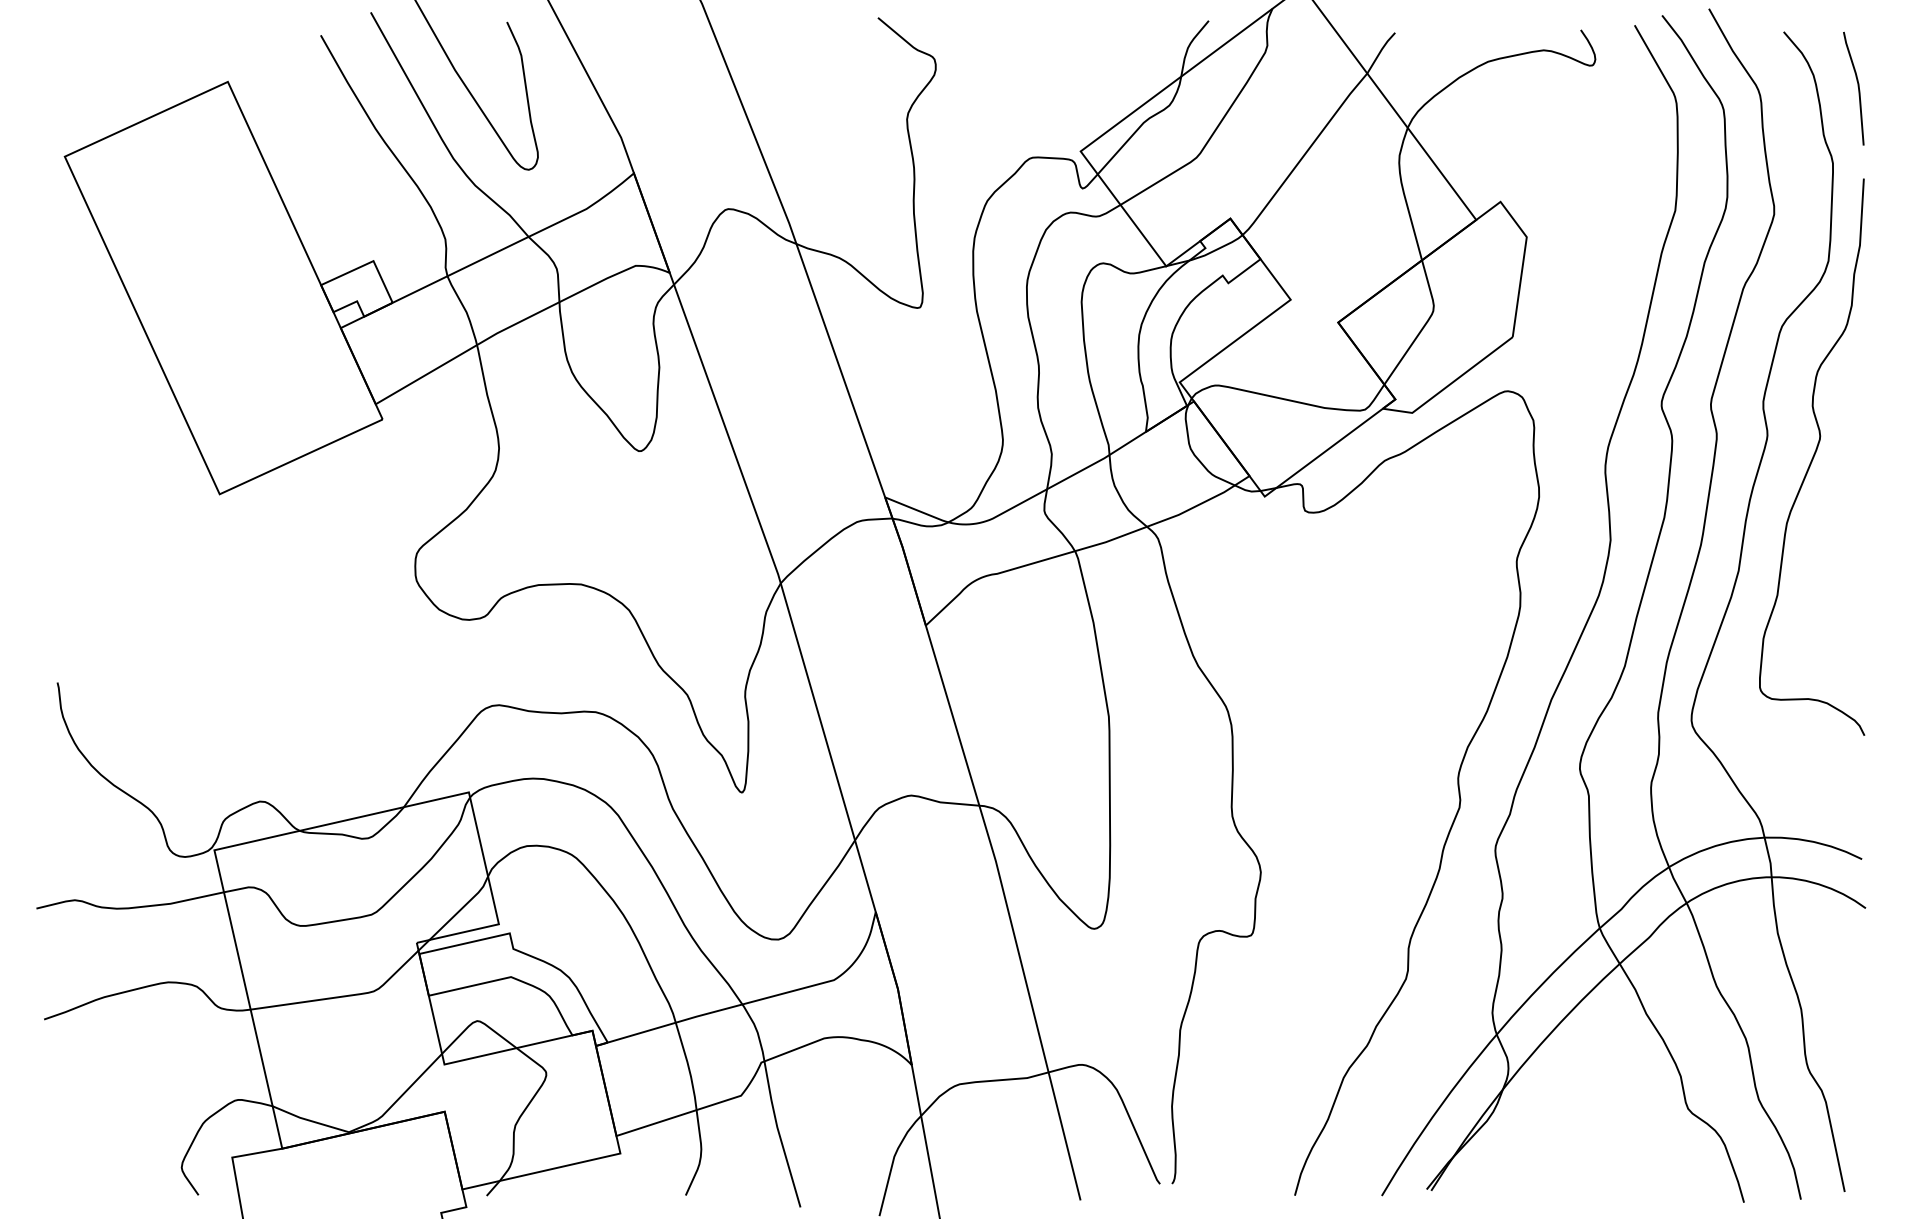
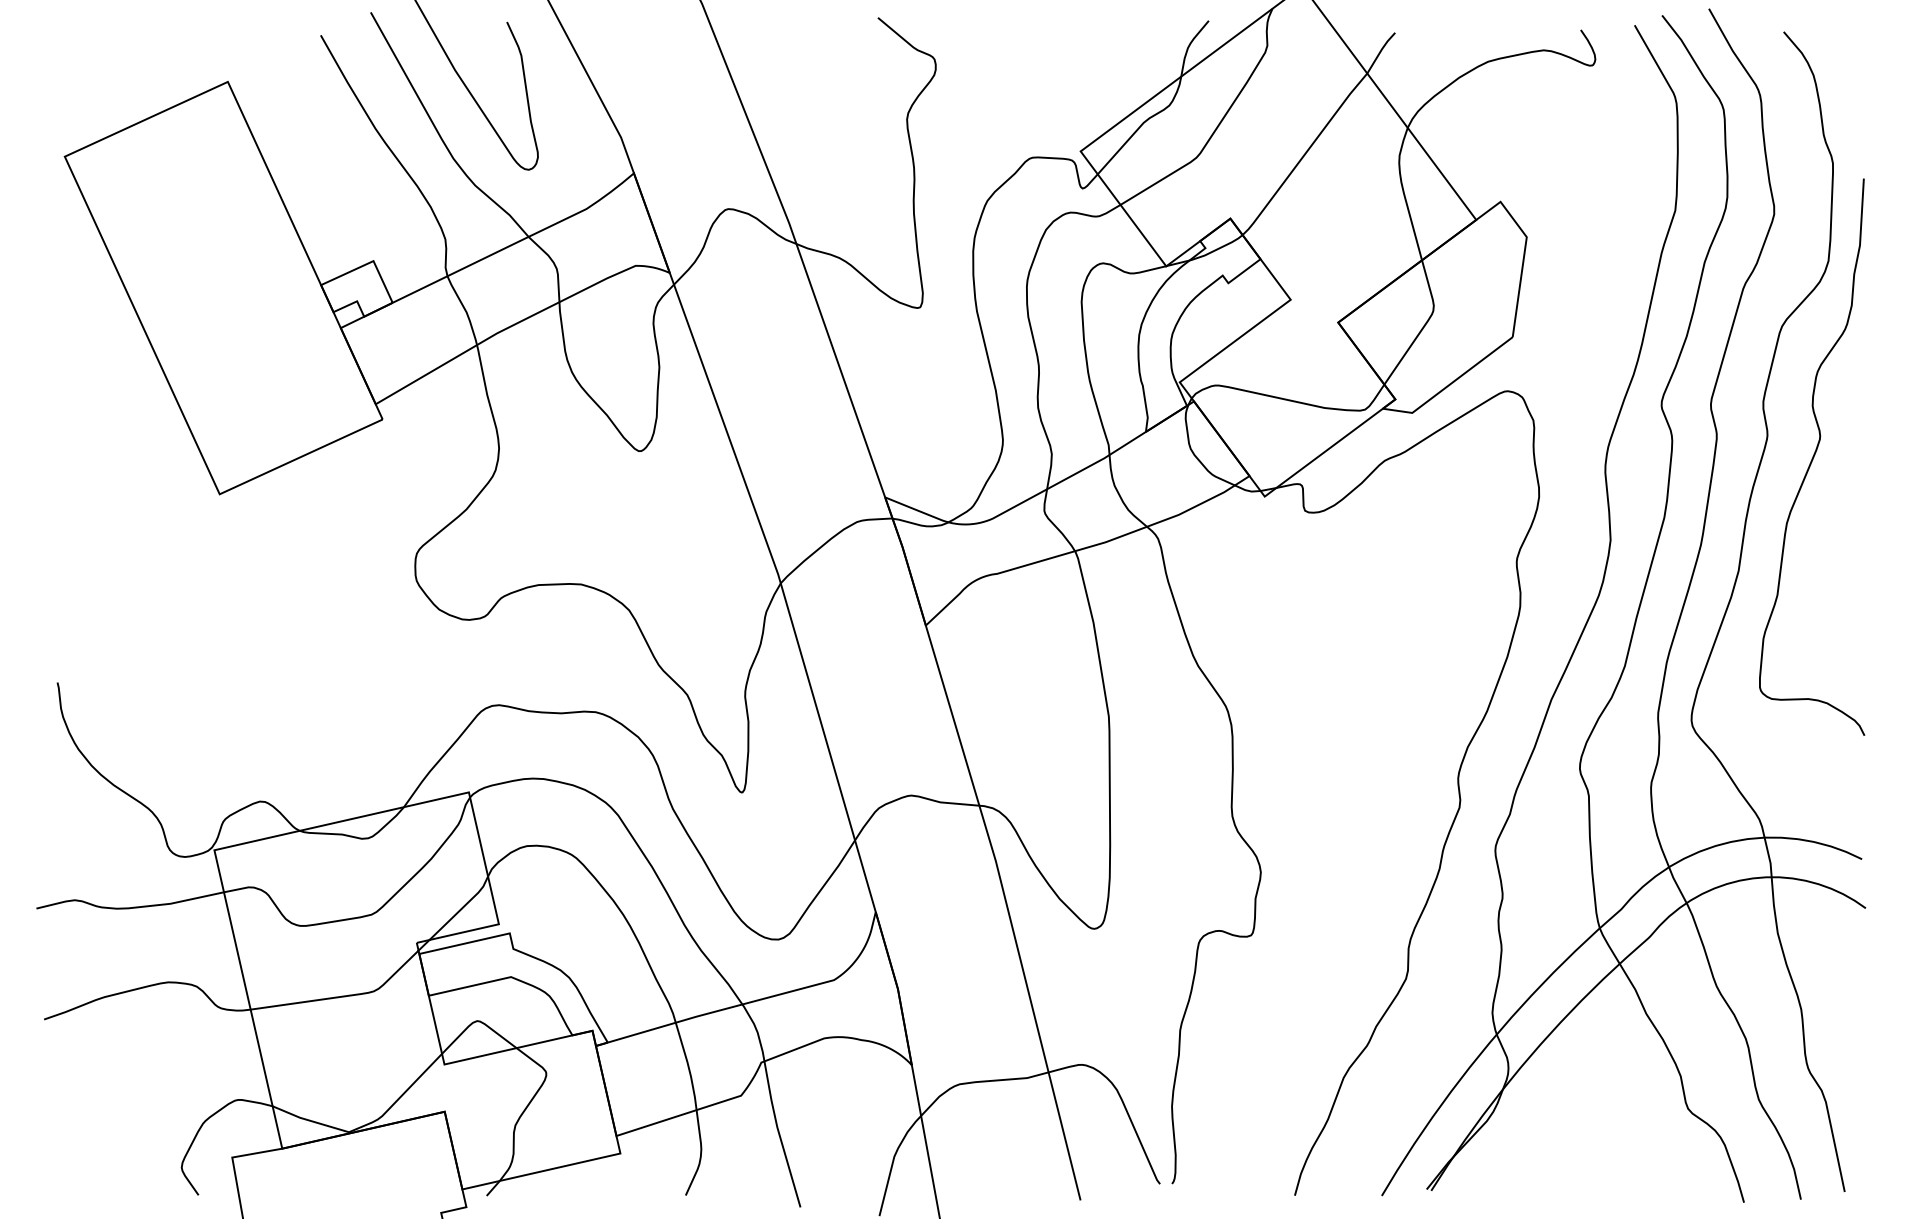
curve at (1857, 86): present -> none
